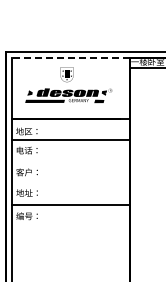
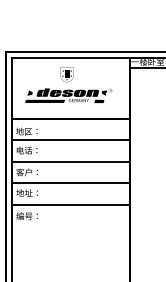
line at (71, 58): dashed -> solid
line at (71, 161): none -> present
line at (71, 183): none -> present
